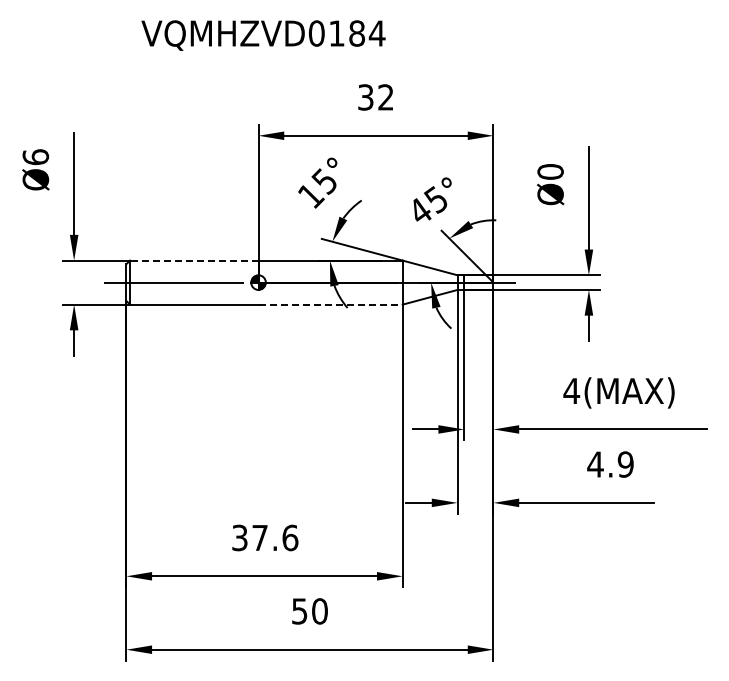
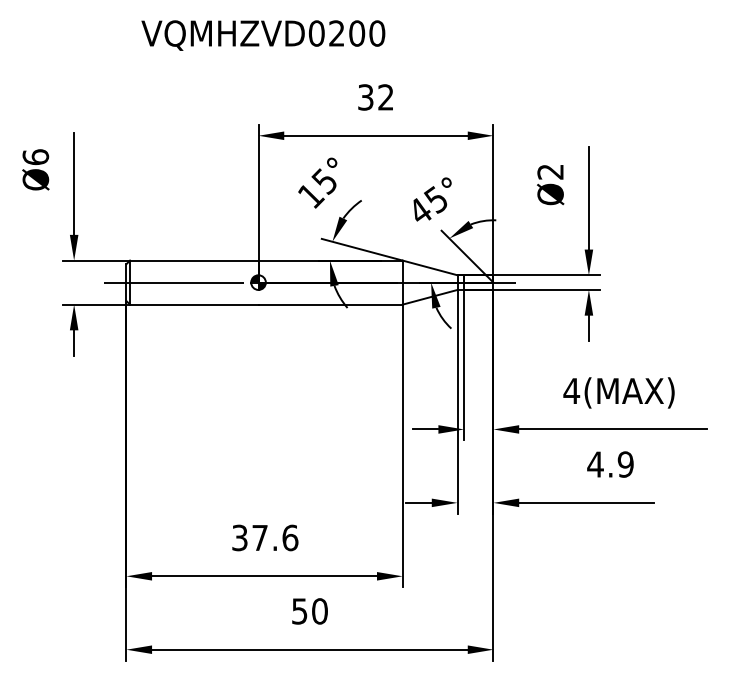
text at (357, 33): VQMHZVD0184 -> VQMHZVD0200
text at (550, 171): Ø0 -> Ø2
line at (193, 260): dashed -> solid
line at (331, 304): dashed -> solid
